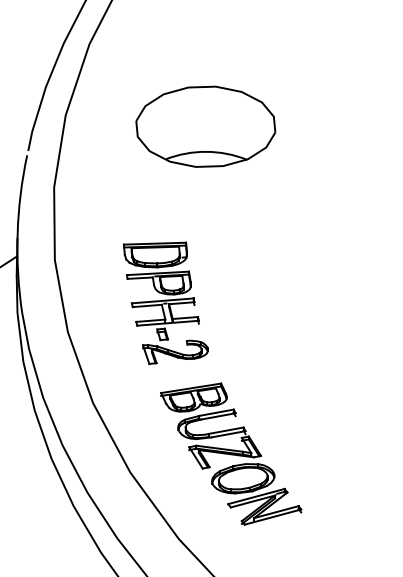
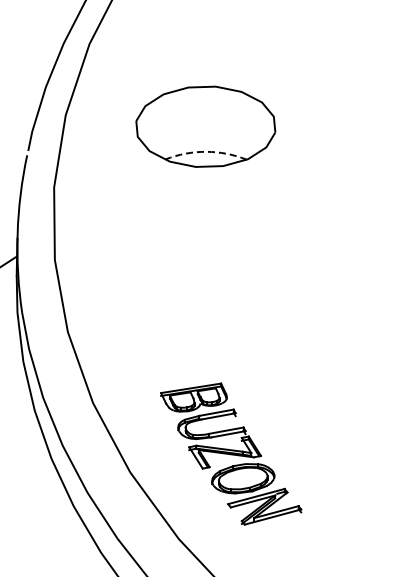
arc at (206, 151): solid -> dashed
part at (165, 302): present -> none
